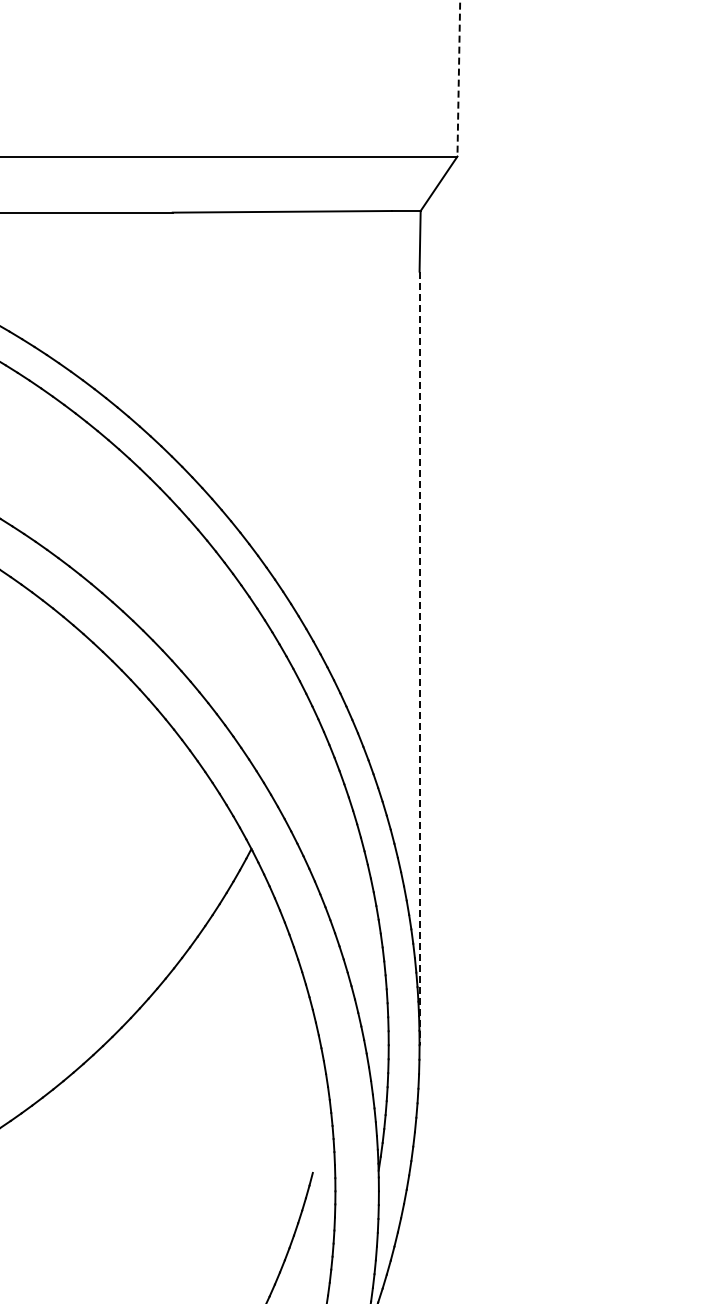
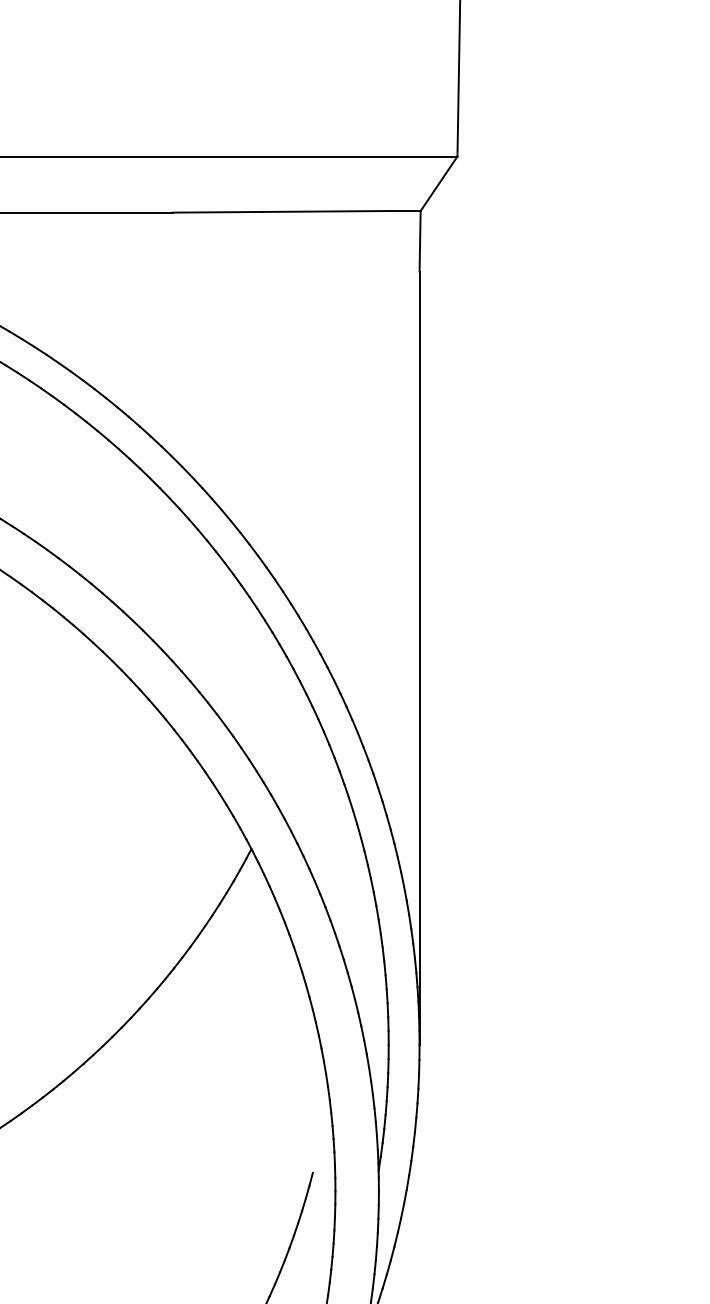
line at (458, 78): dashed -> solid
line at (419, 658): dashed -> solid
